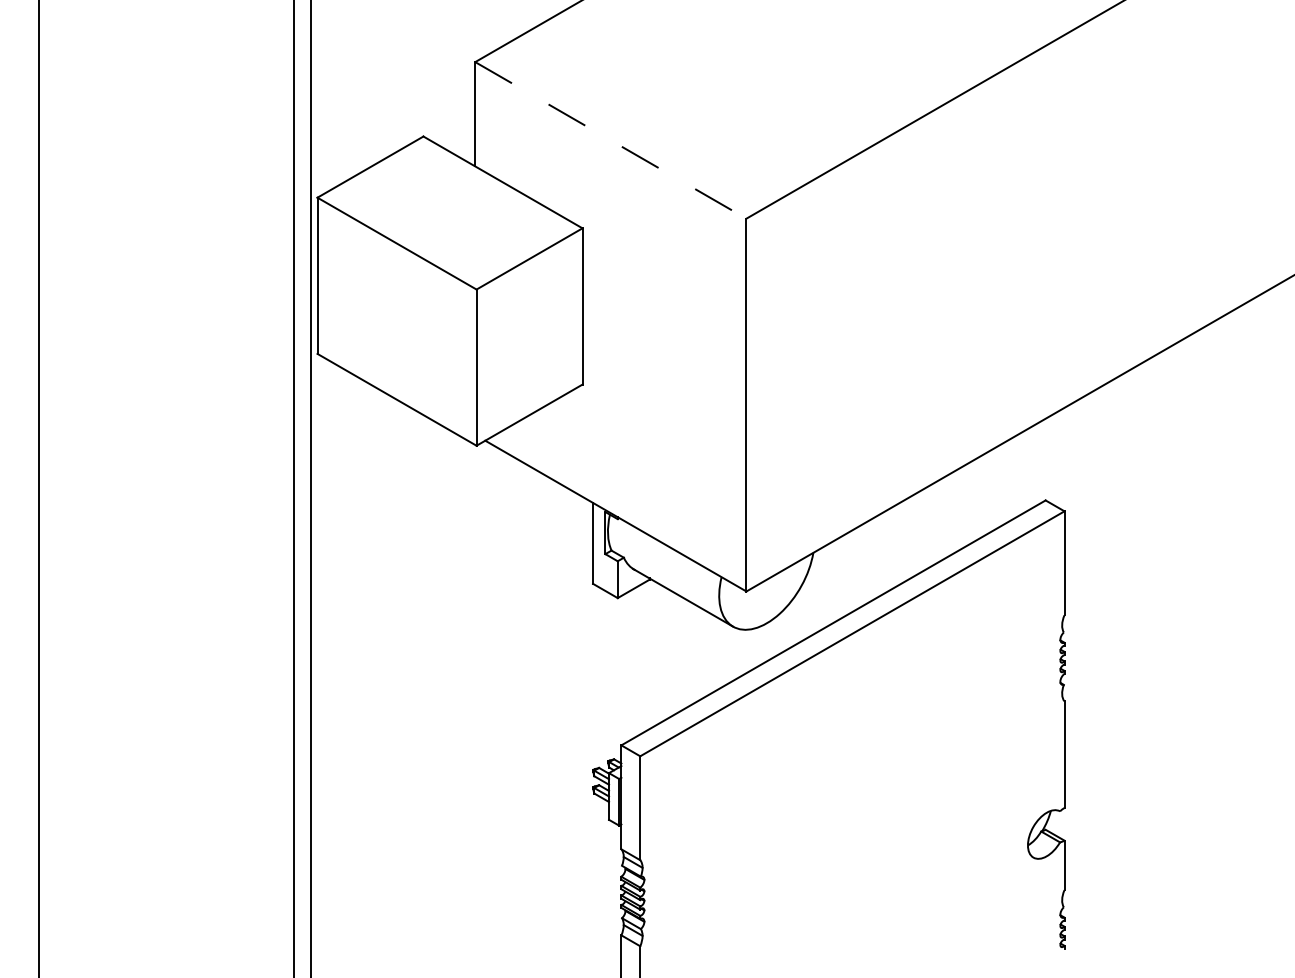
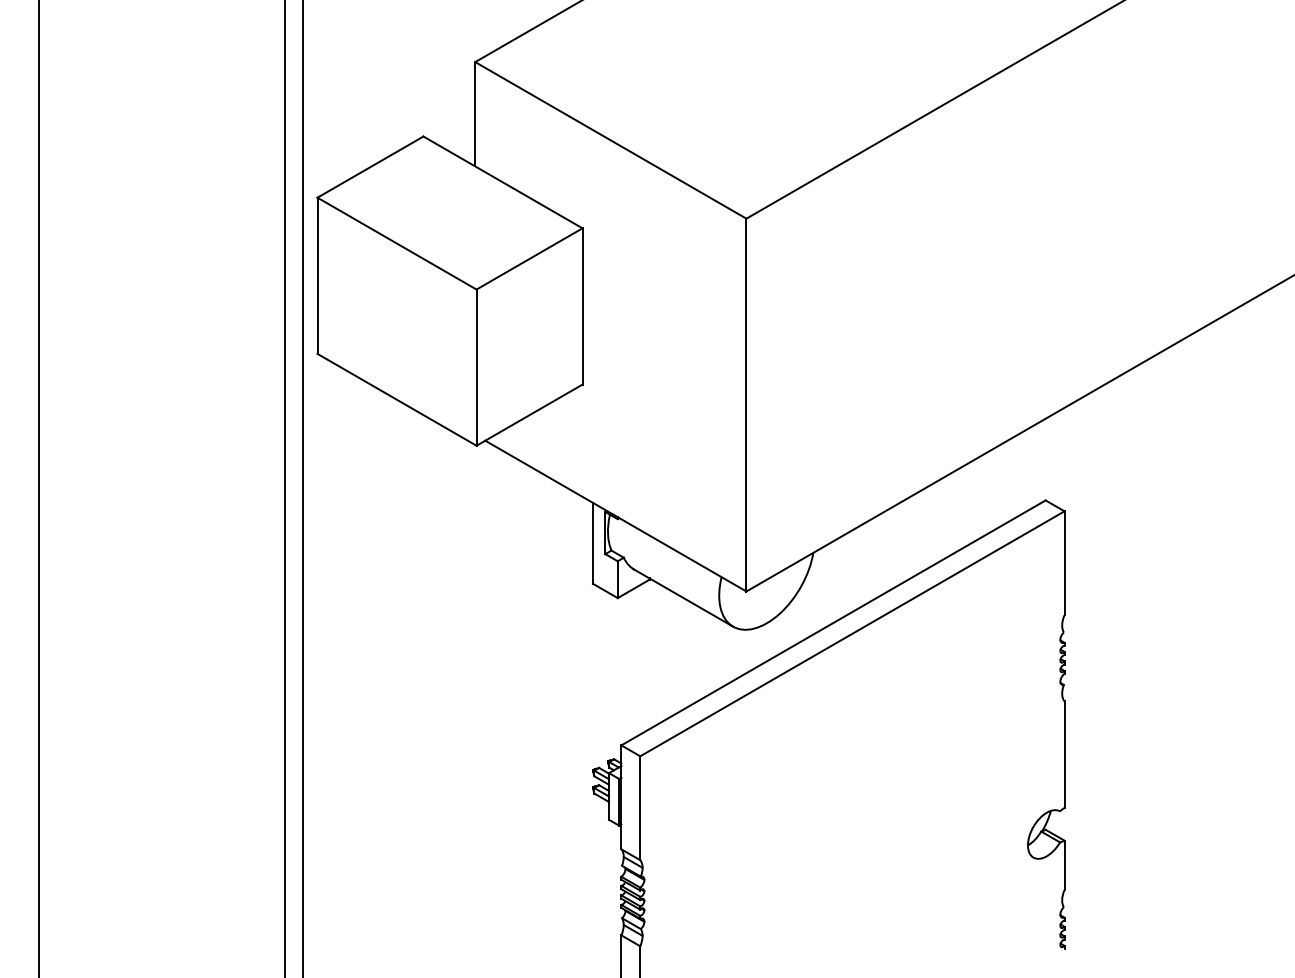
line at (610, 140): dashed -> solid
line at (293, 488) position: (293, 488) -> (284, 488)
line at (311, 488) position: (311, 488) -> (303, 488)
